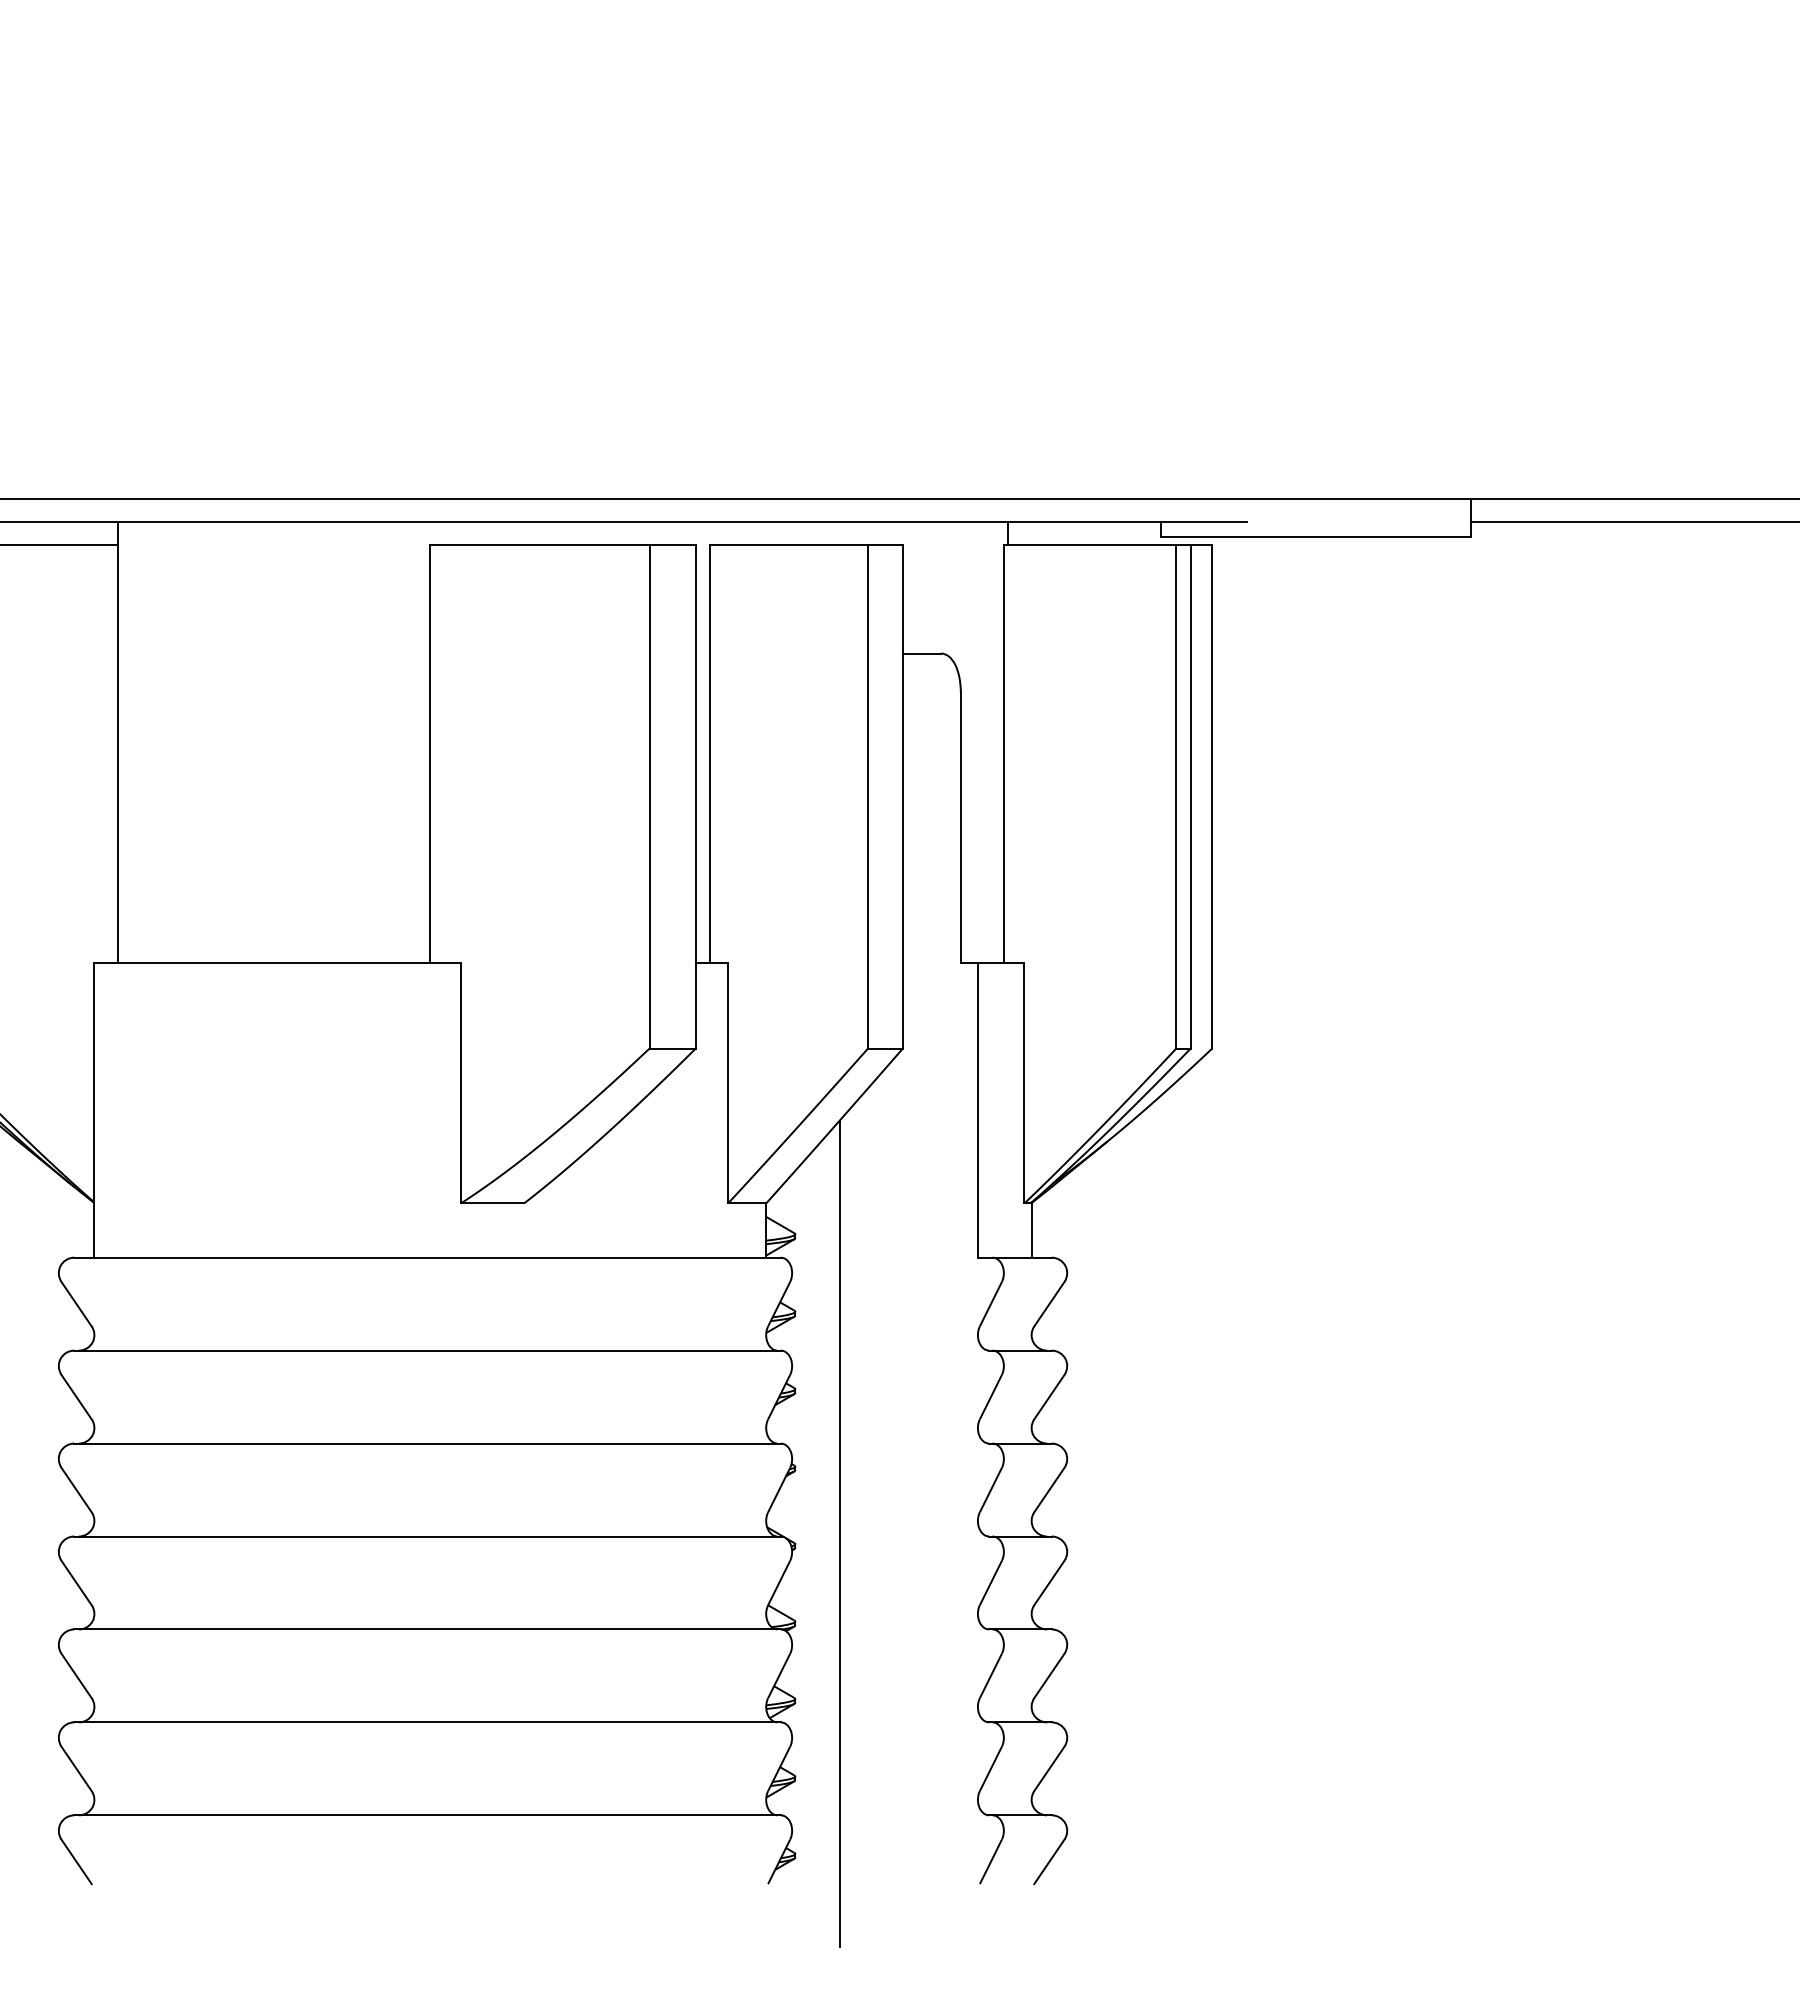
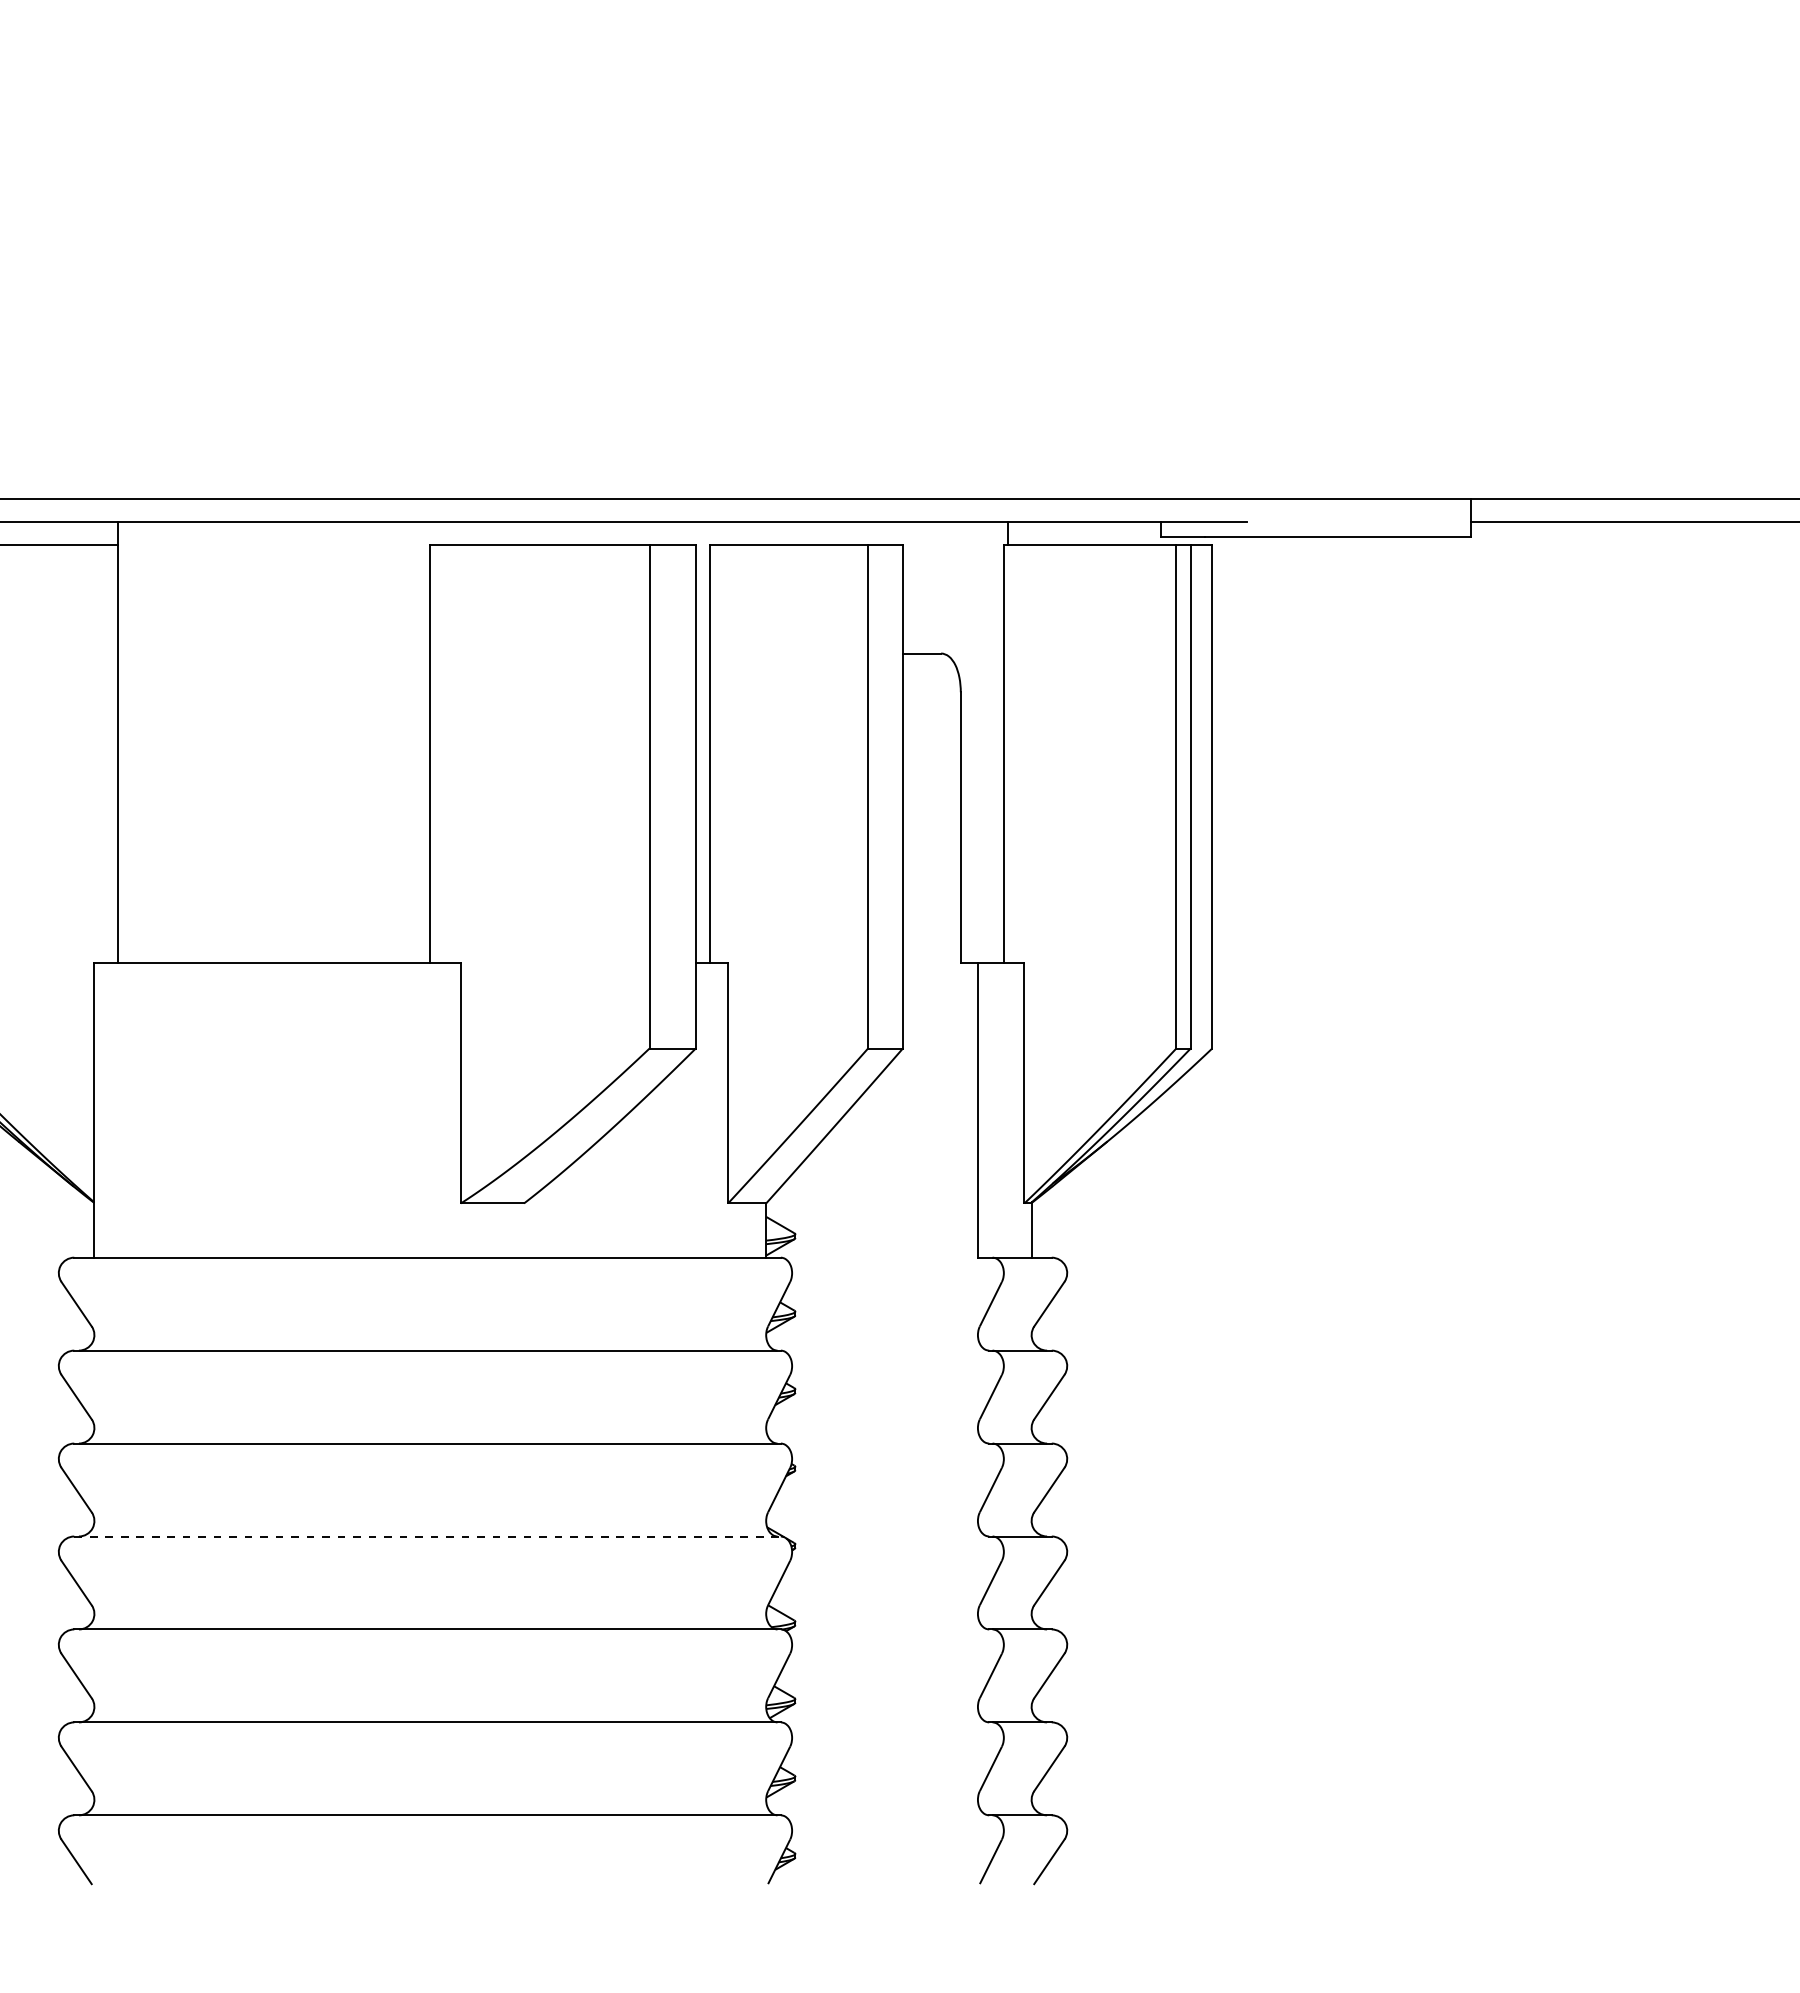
line at (839, 1533): present -> none
line at (428, 1536): solid -> dashed
